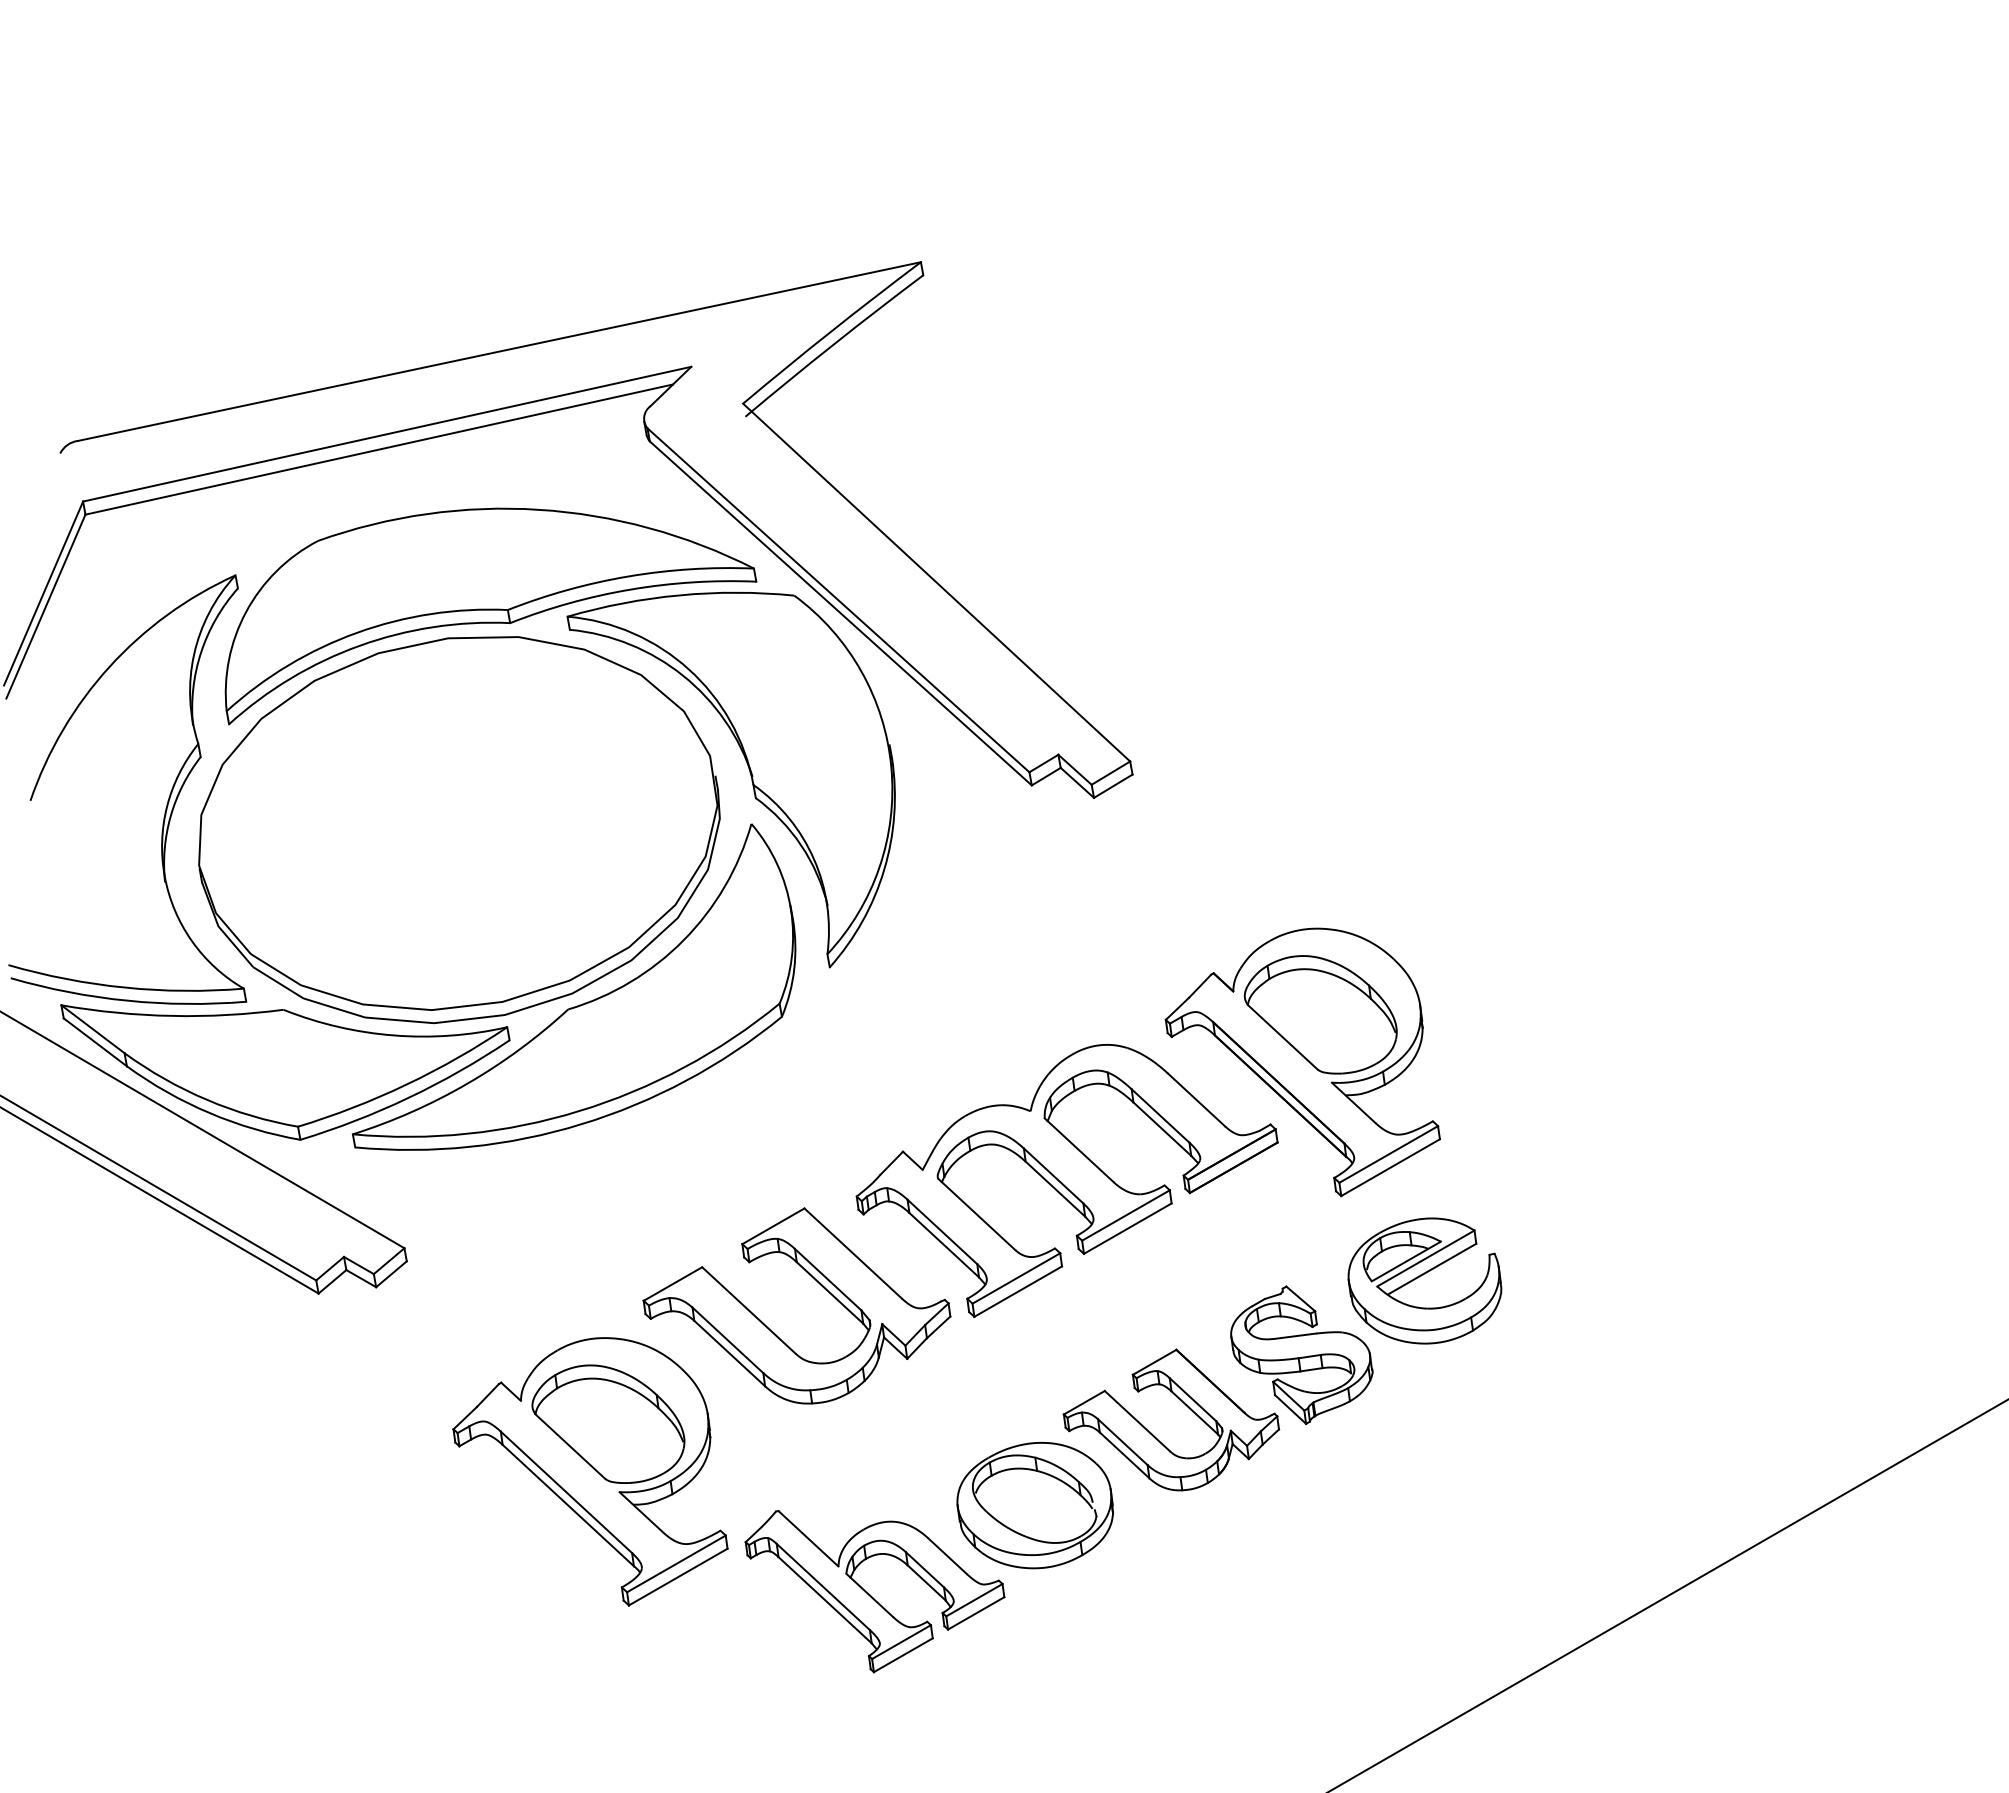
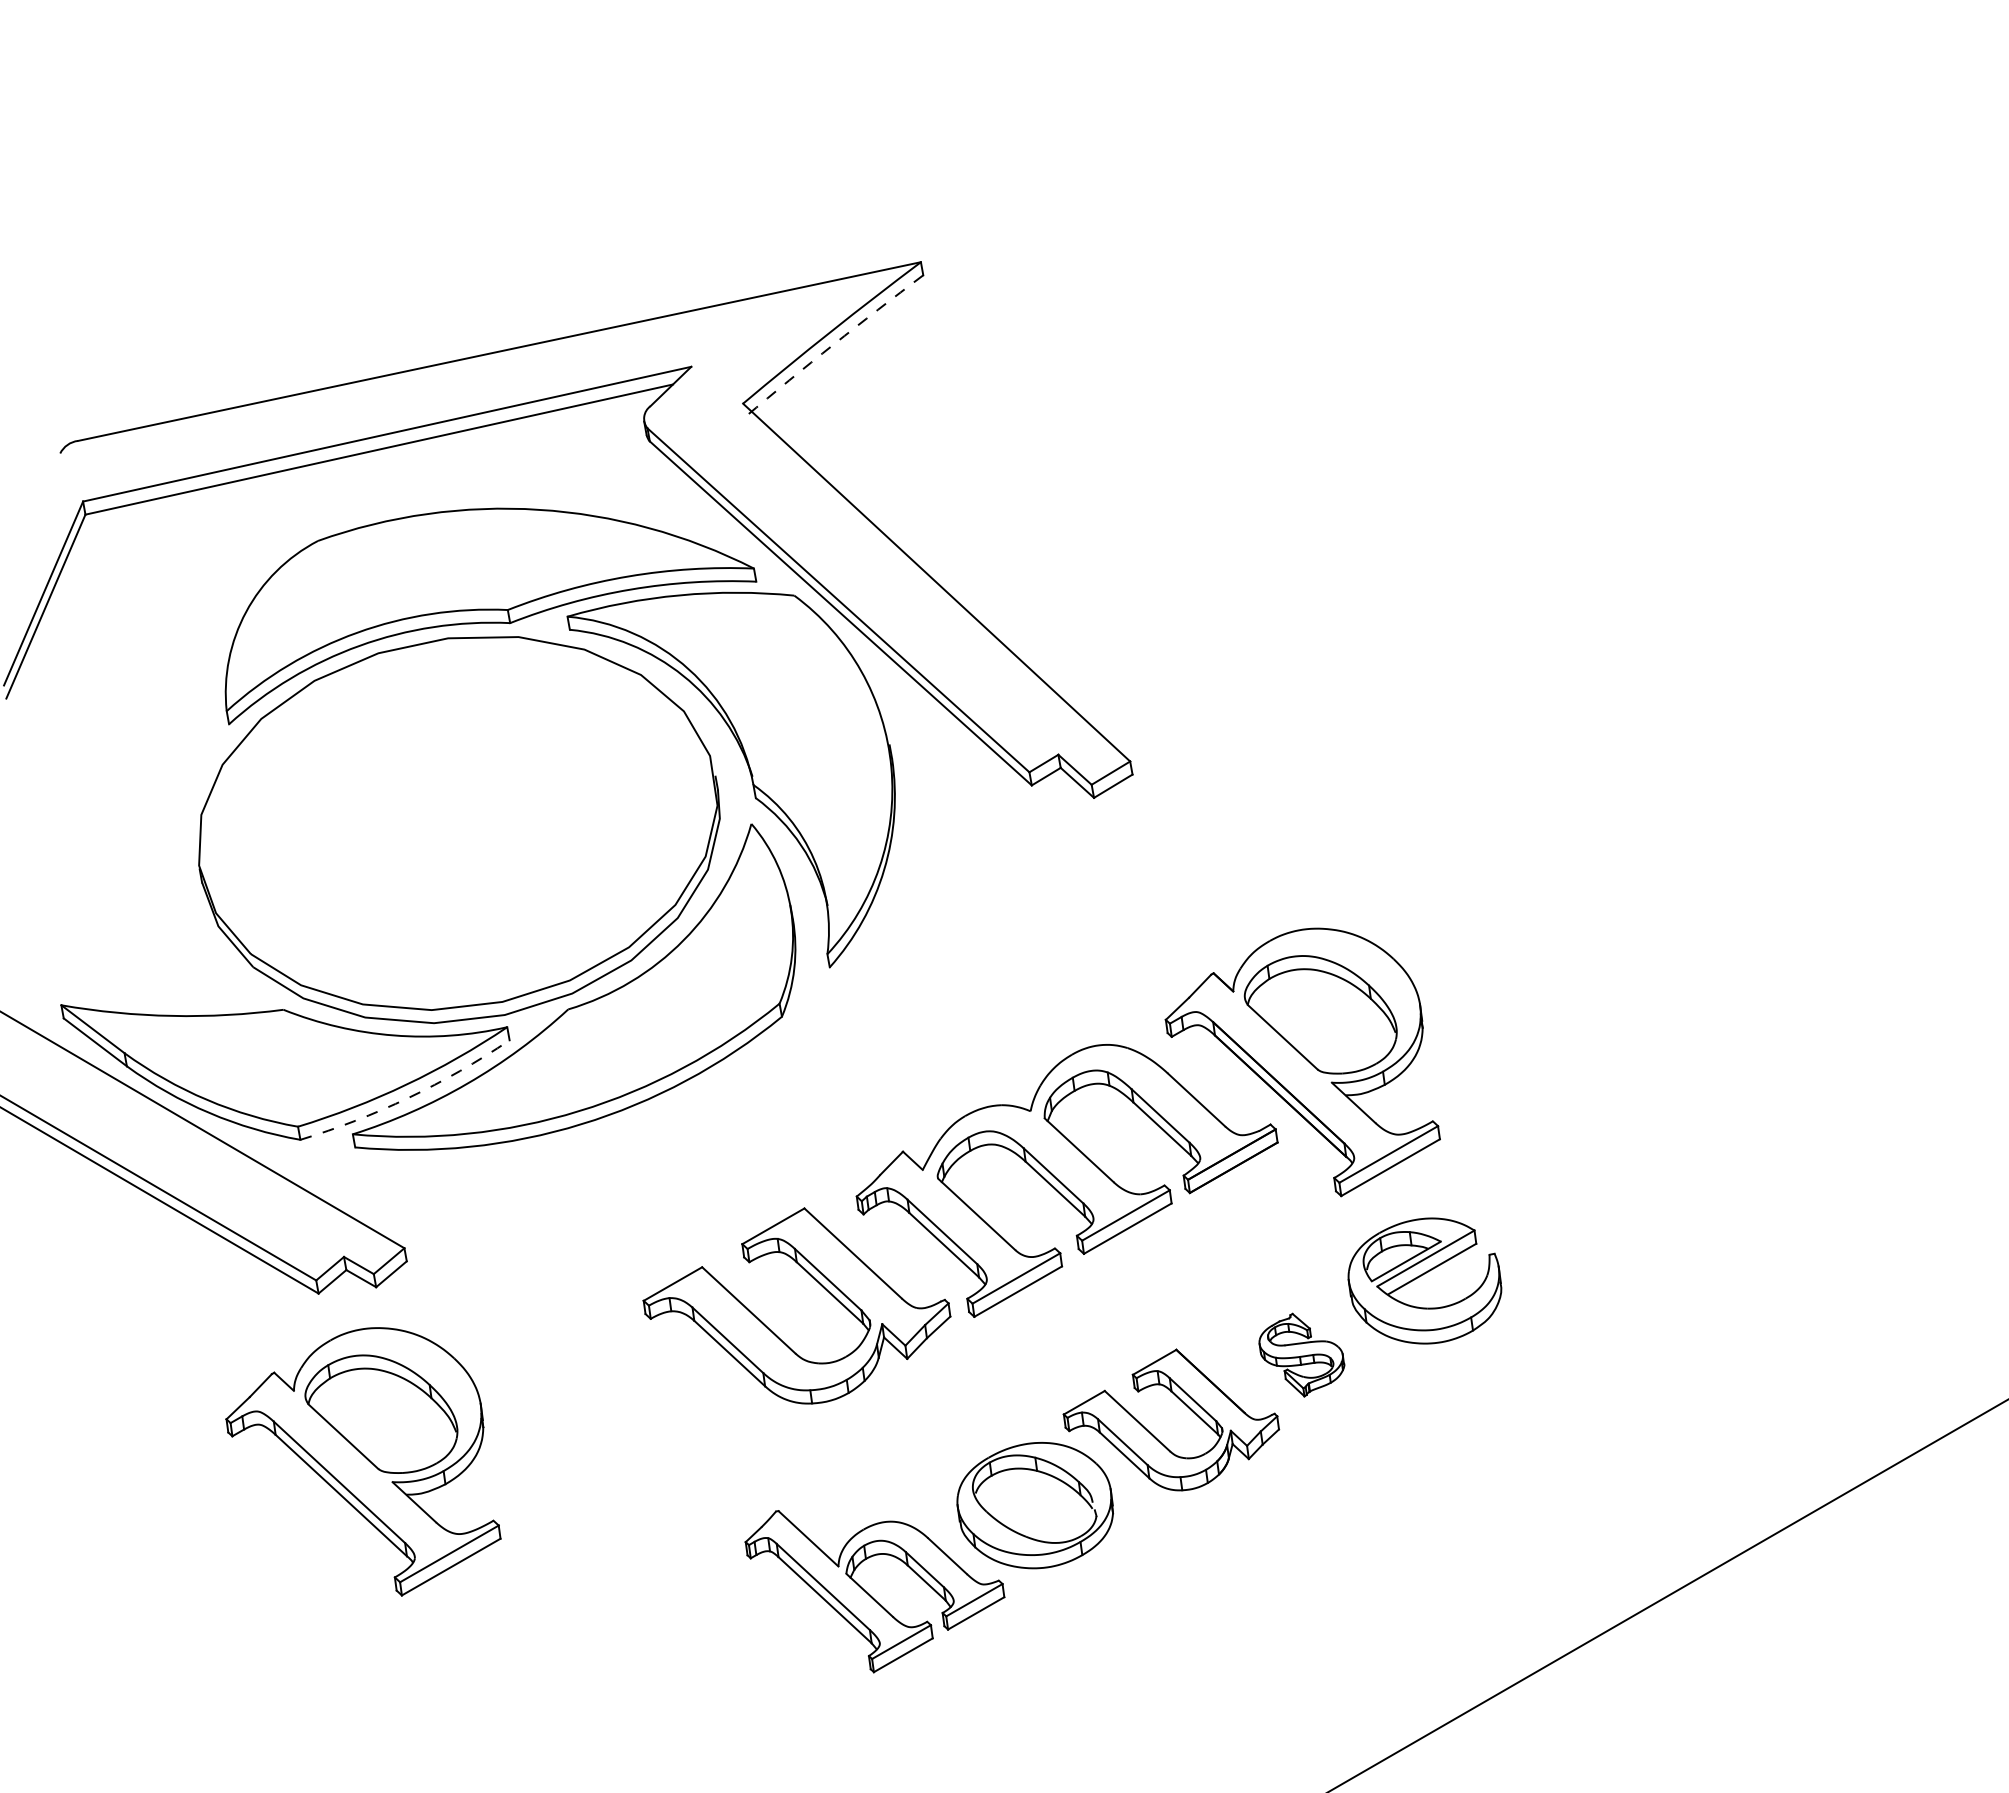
arc at (833, 344): solid -> dashed
part at (167, 800): present -> none
arc at (408, 1097): solid -> dashed
part at (1301, 1354) size: 144x140 px -> 88x86 px
part at (590, 1471) position: (590, 1471) -> (363, 1461)
